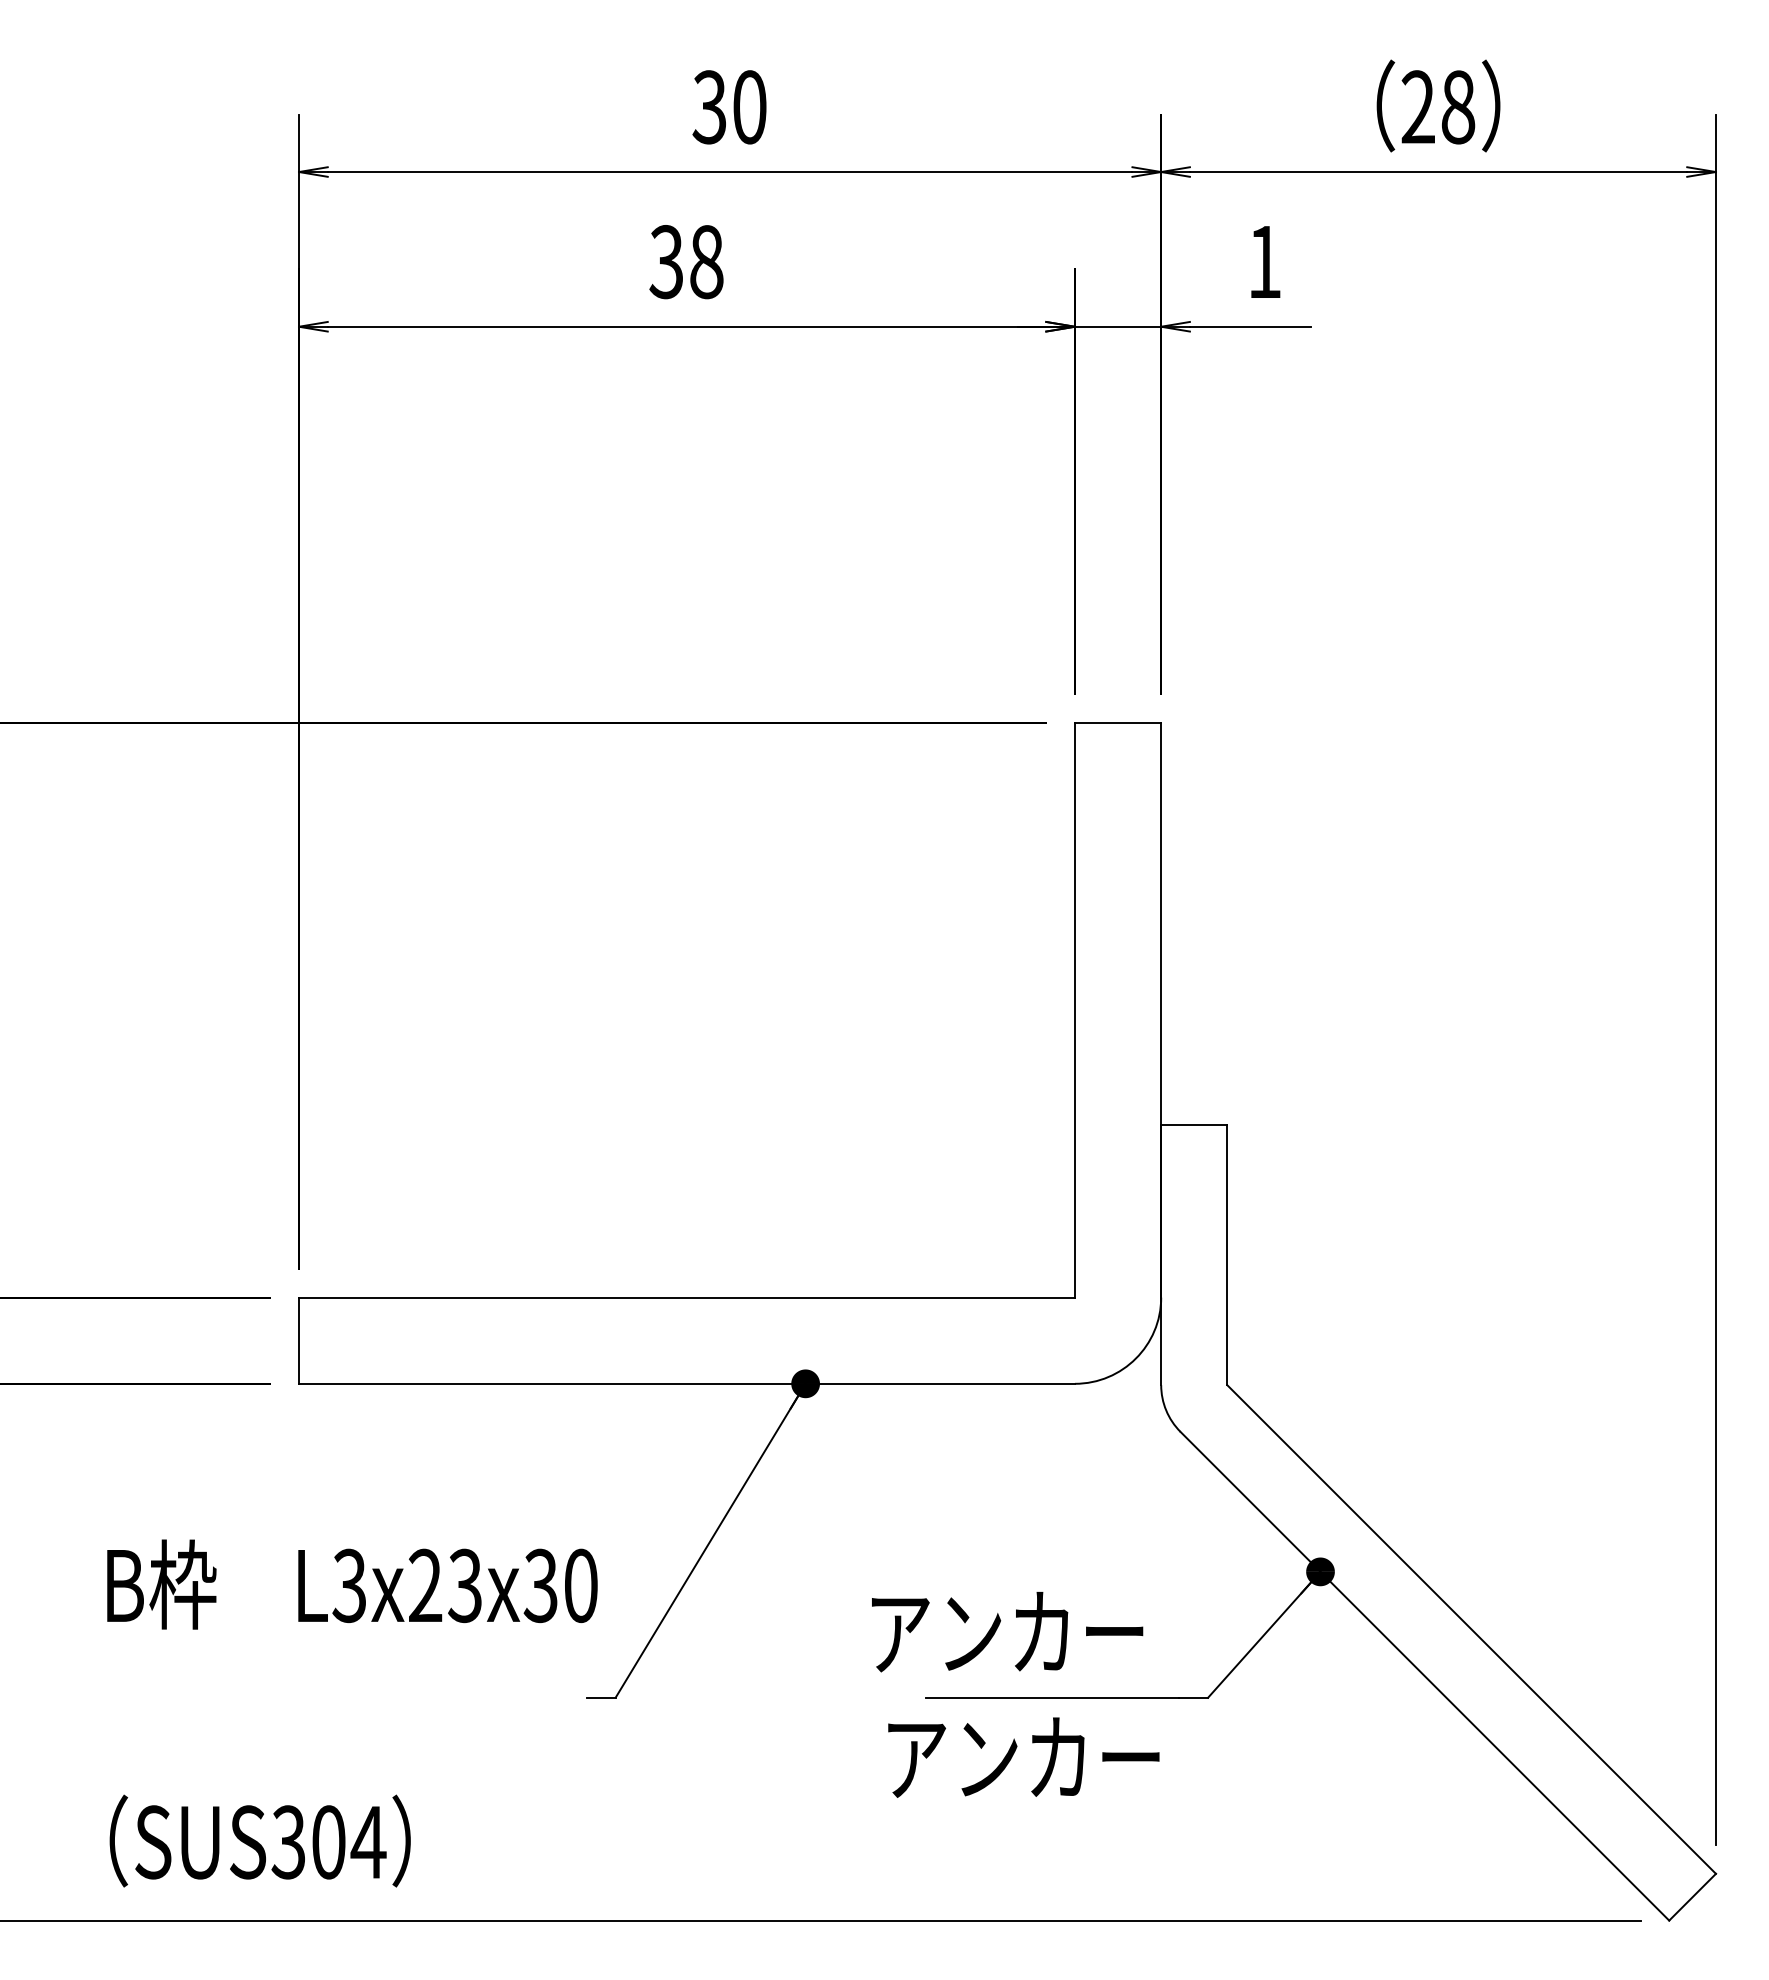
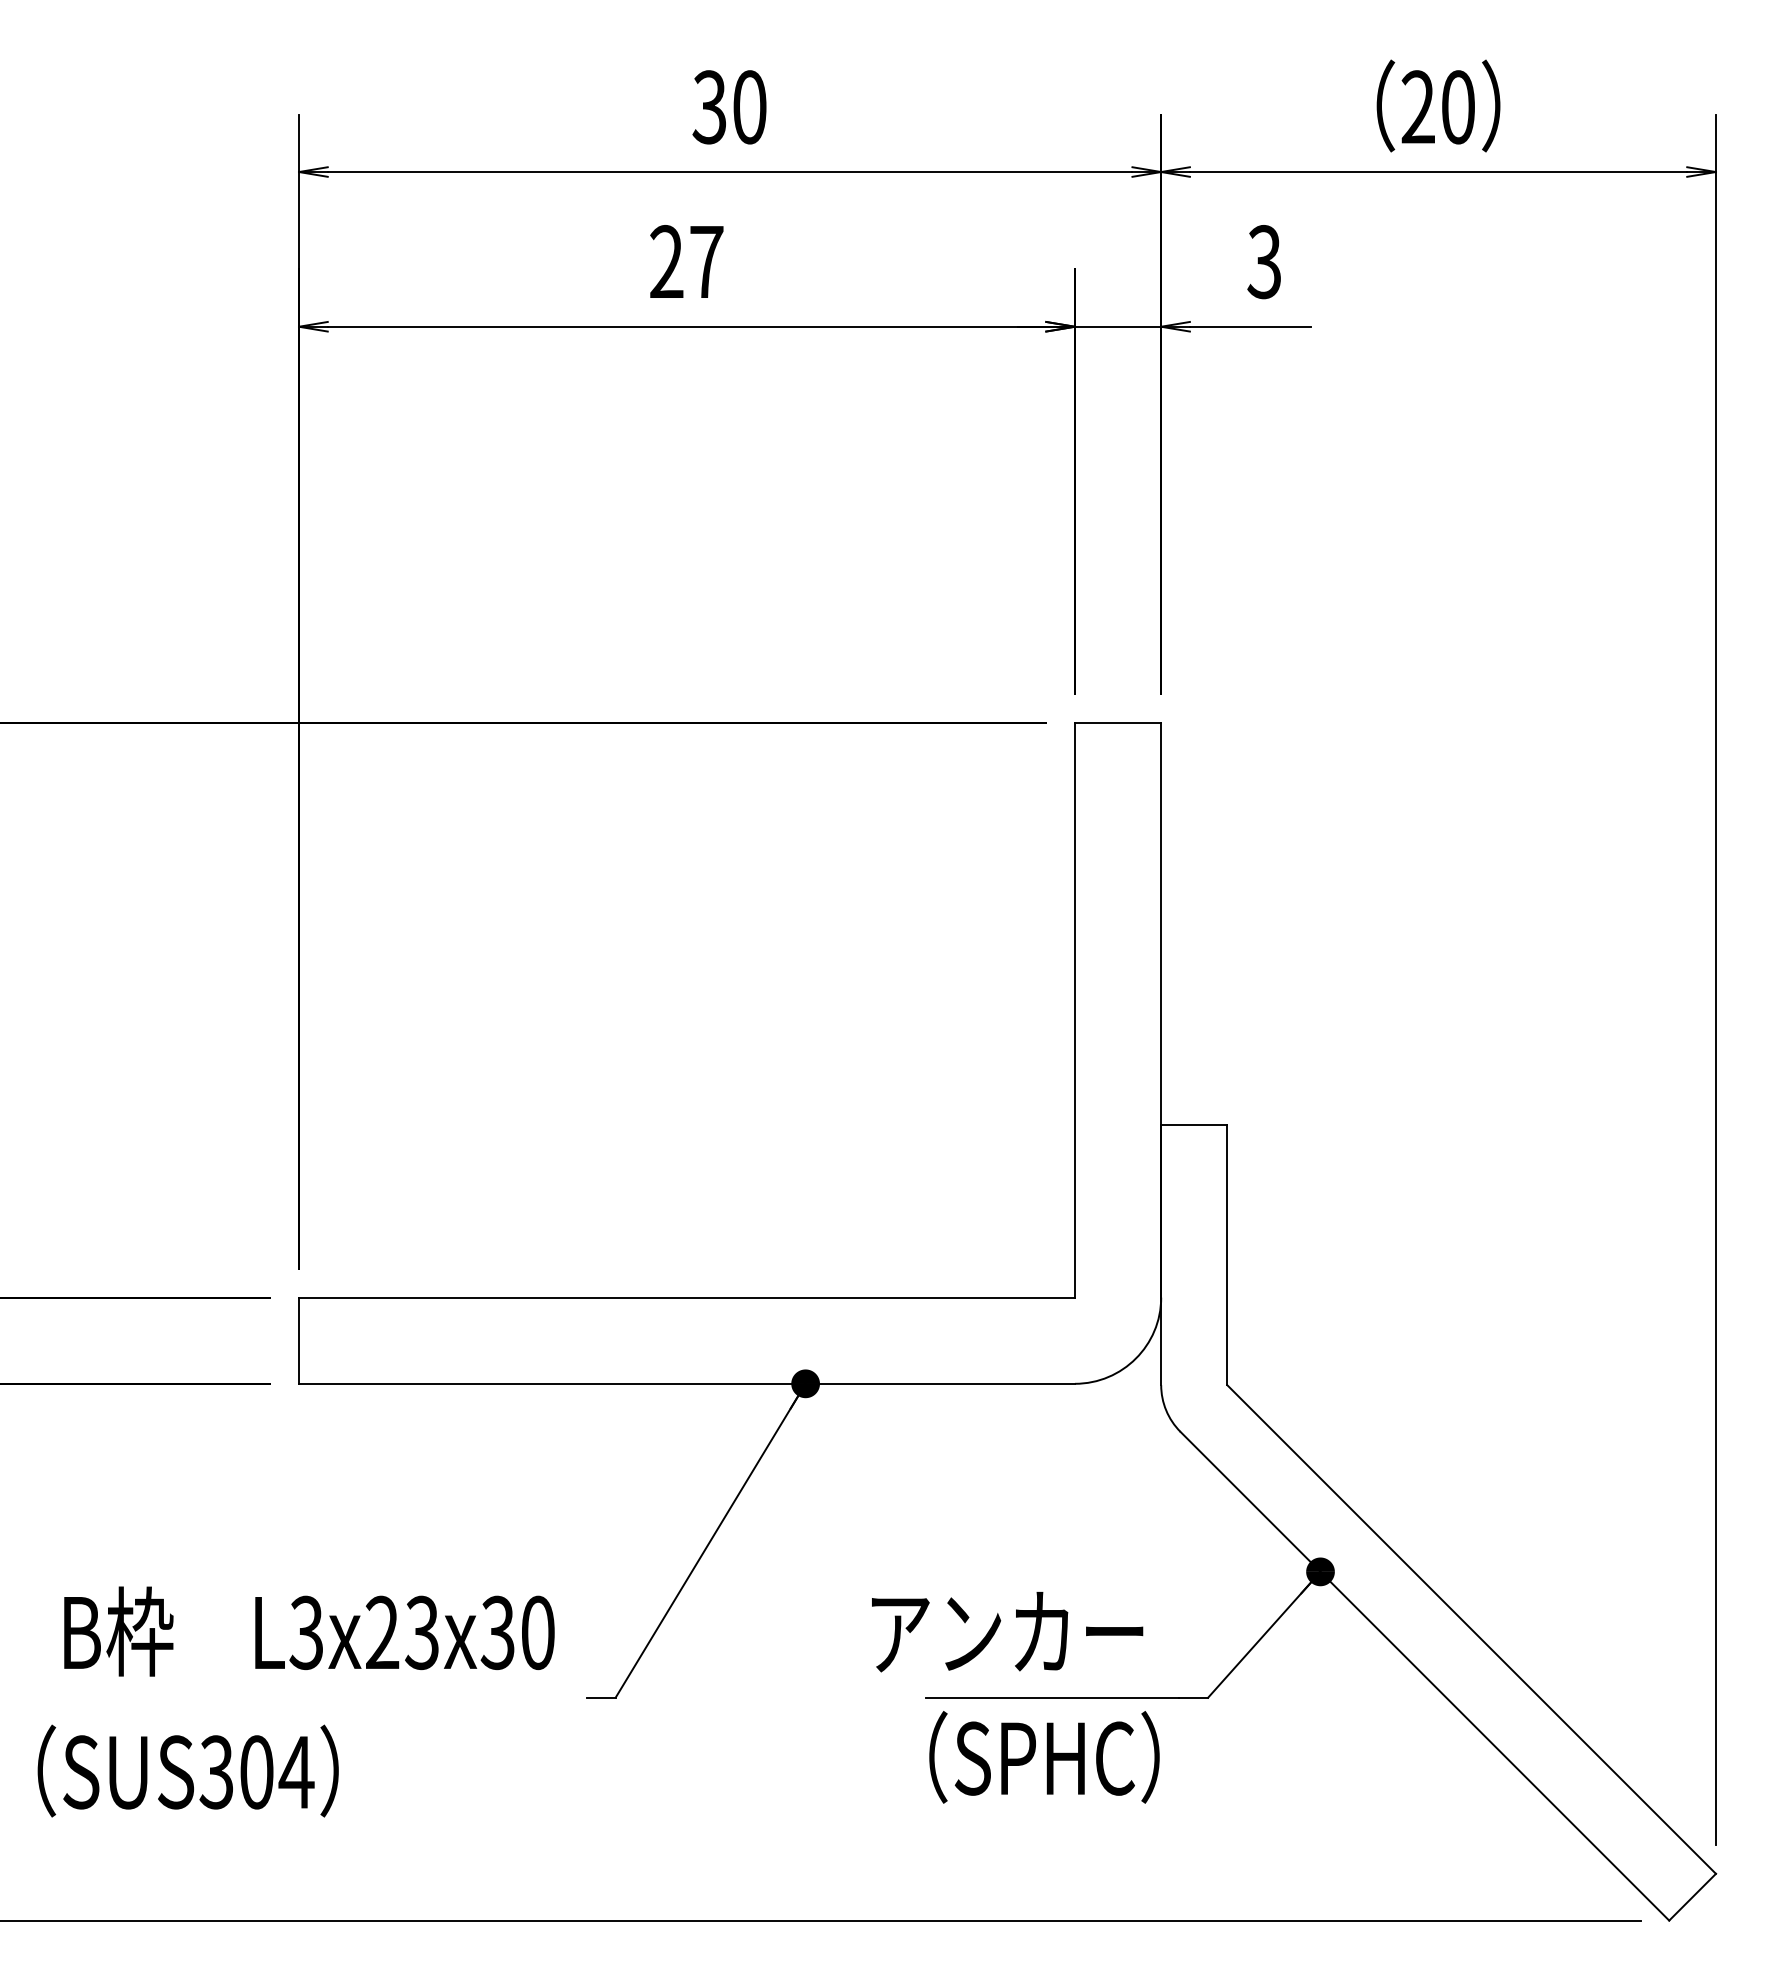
text at (1458, 107): 28 -> 20
text at (686, 262): 38 -> 27
text at (1263, 262): 1 -> 3
text at (352, 1584) position: (352, 1584) -> (309, 1631)
text at (1023, 1757): アンカー -> （SPHC）
text at (259, 1840) position: (259, 1840) -> (187, 1770)
